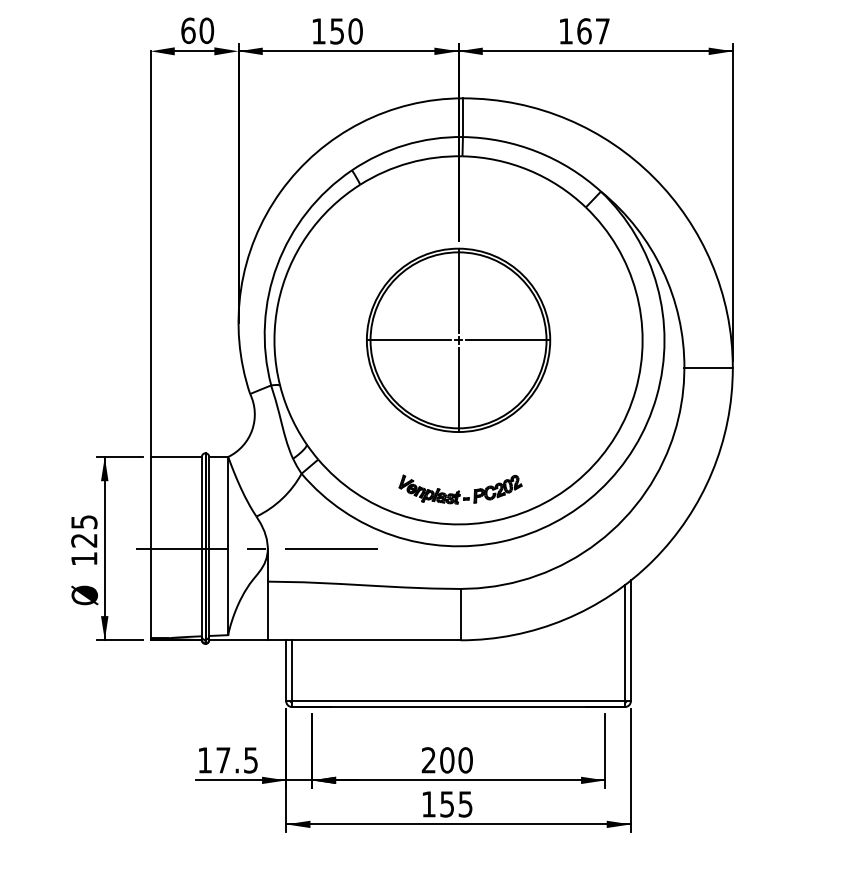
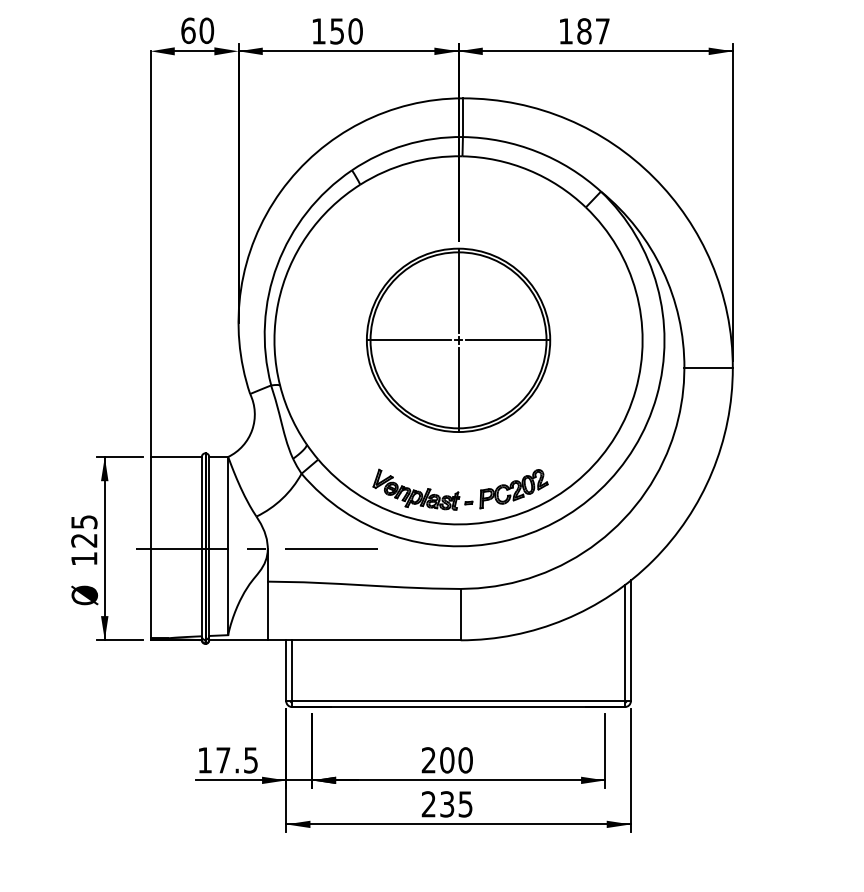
text at (584, 31): 167 -> 187
part at (460, 489) size: 125x31 px -> 177x43 px
text at (437, 804): 155 -> 235
